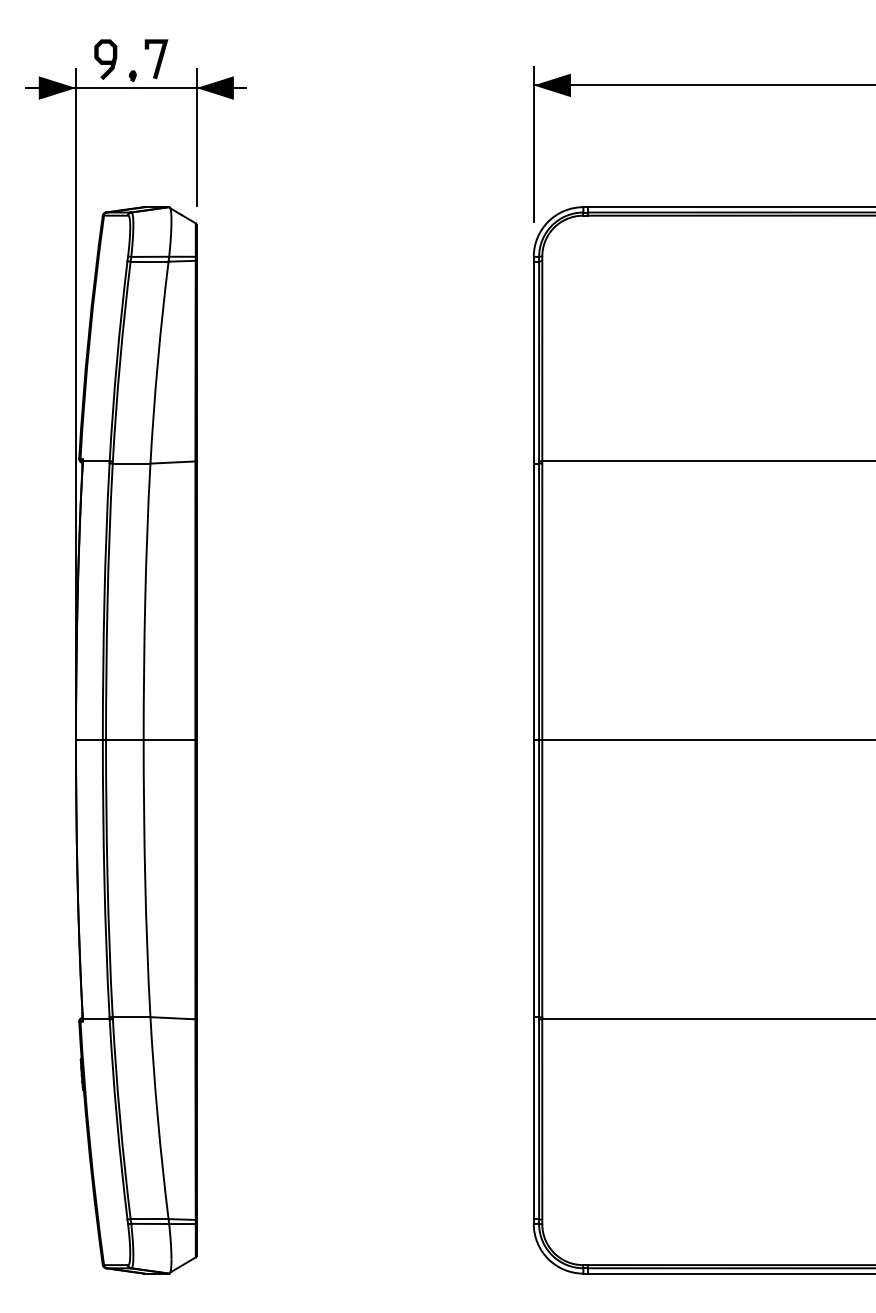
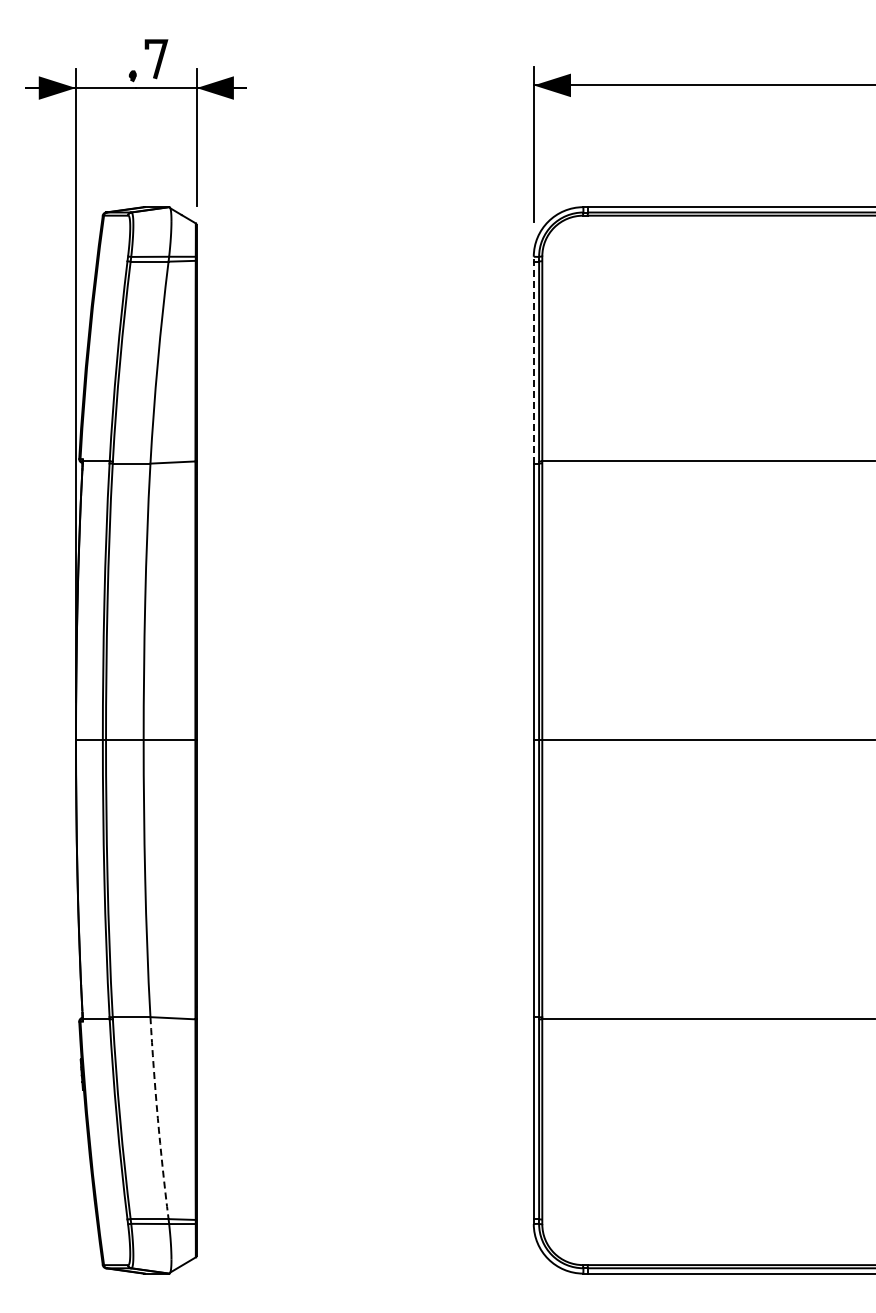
curve at (105, 60): present -> none
line at (533, 359): solid -> dashed
arc at (157, 1118): solid -> dashed
